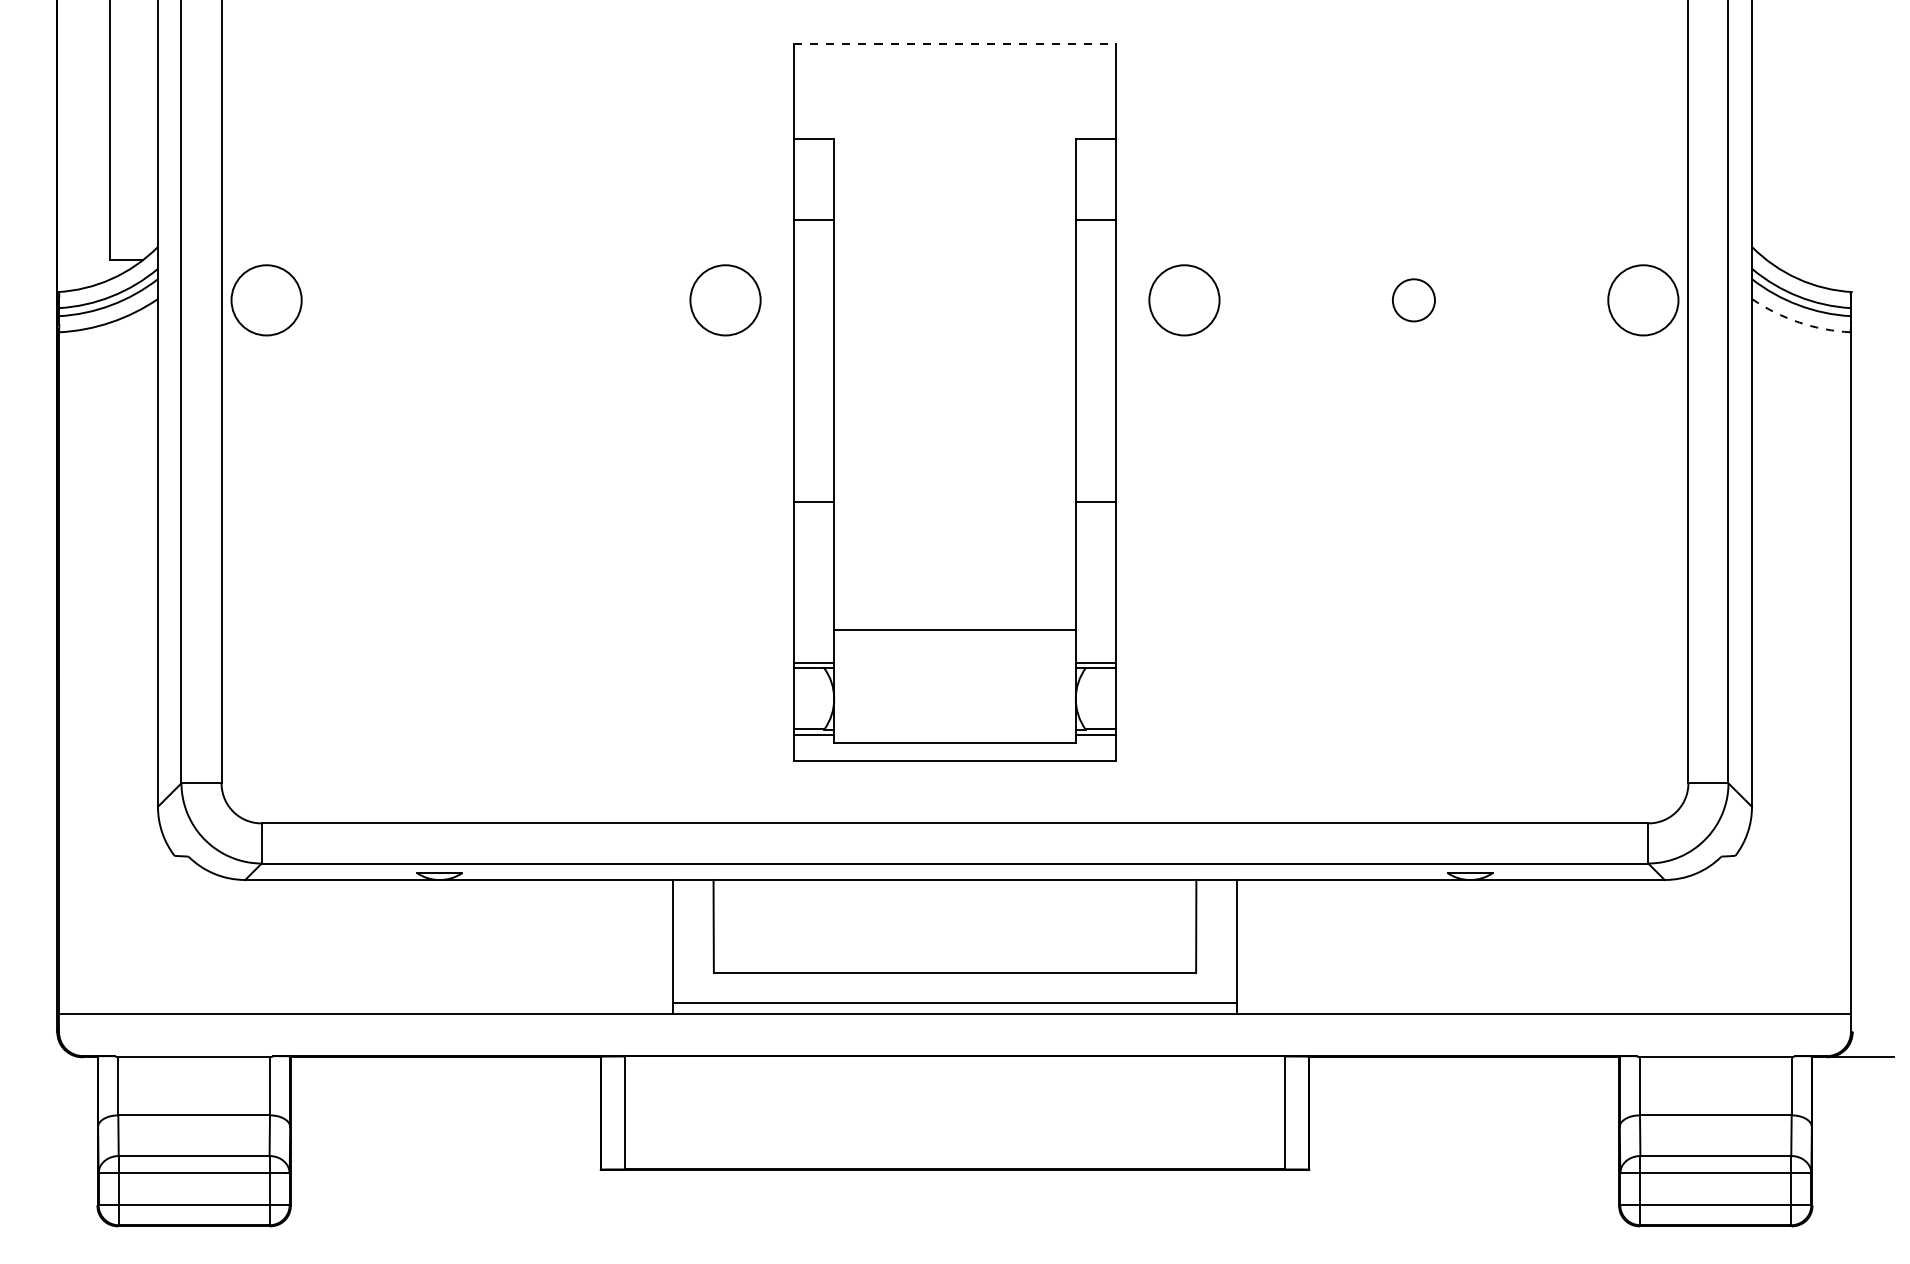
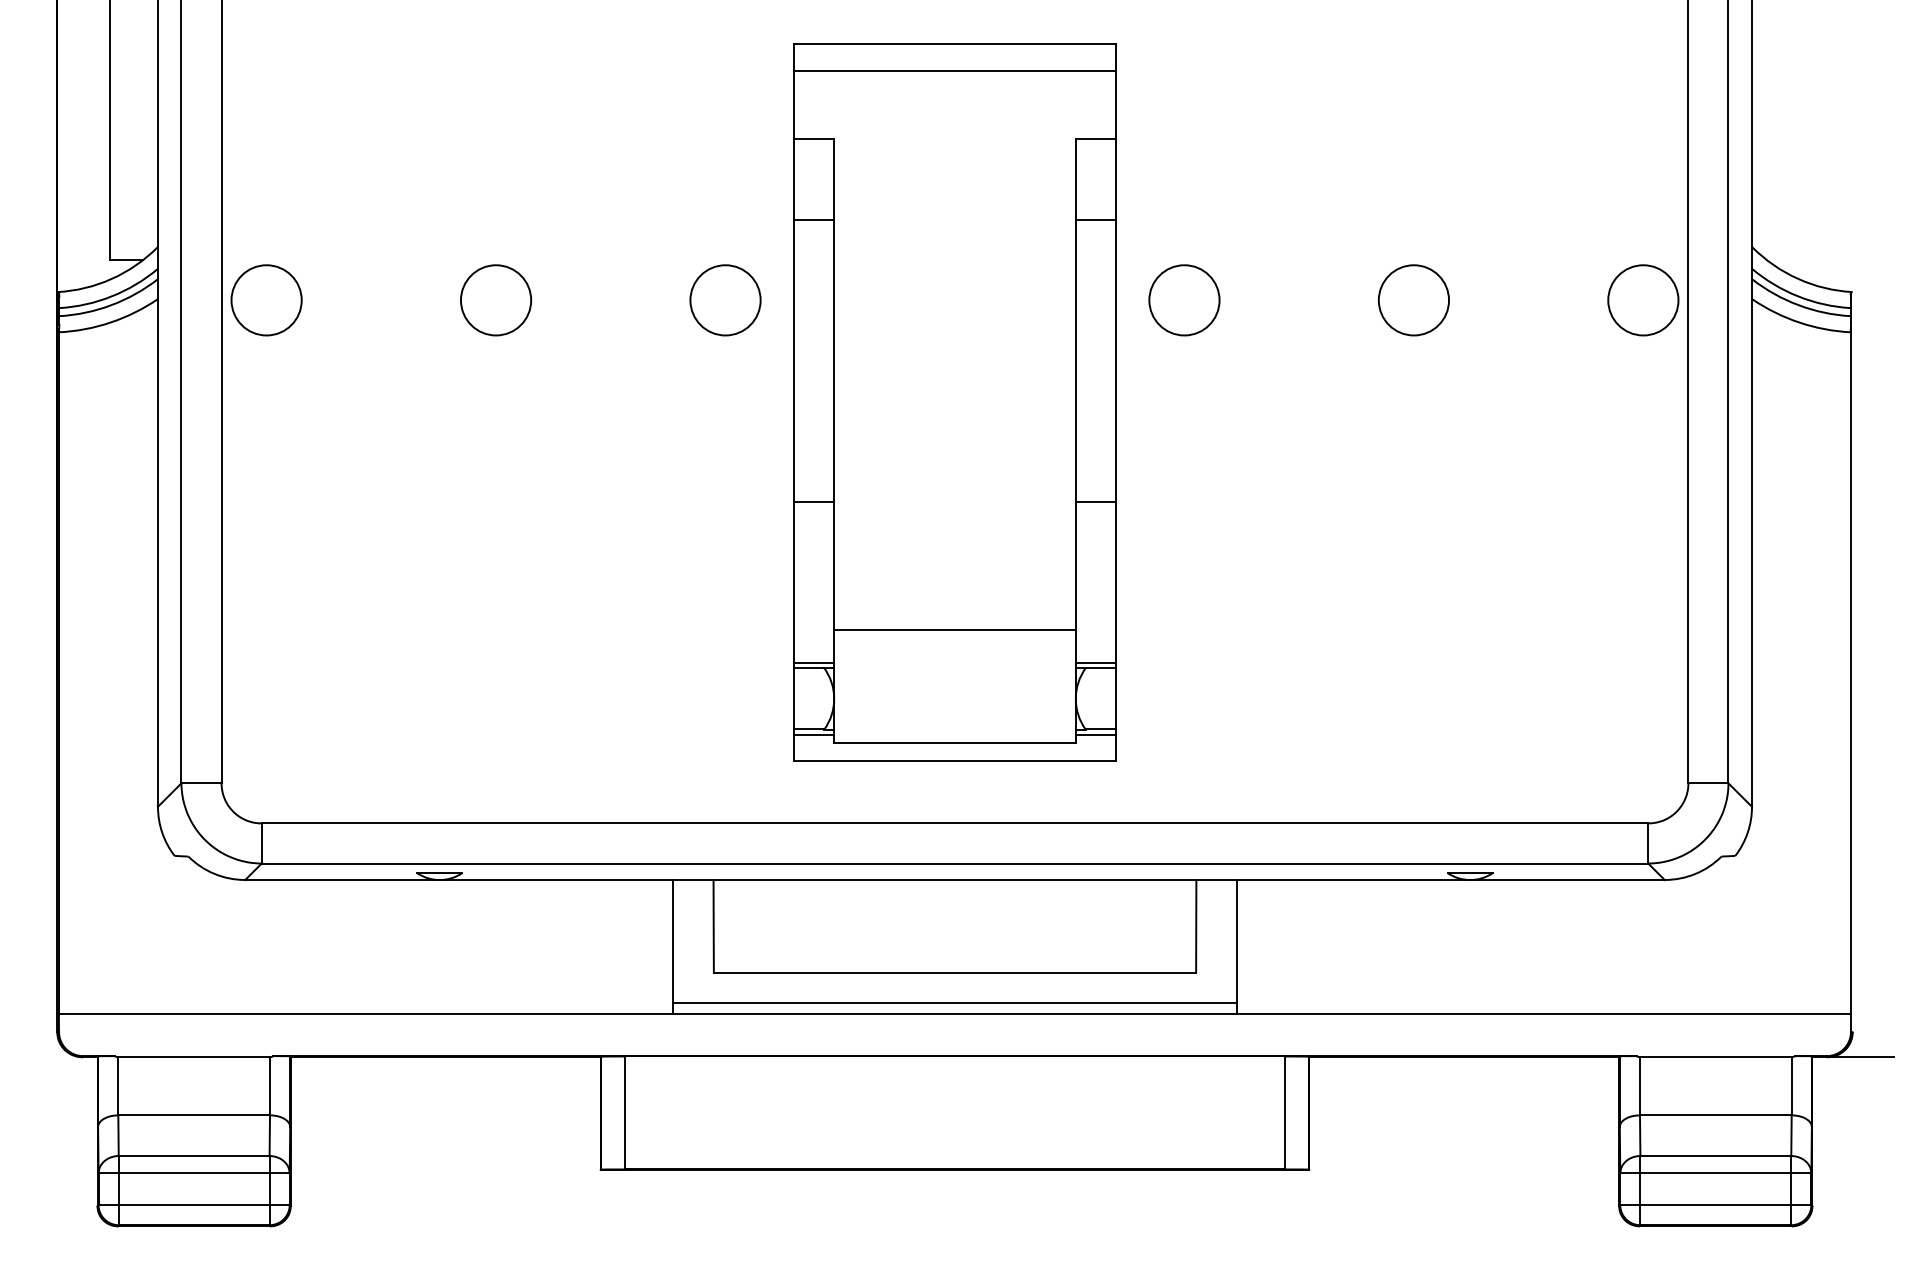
line at (955, 43): dashed -> solid
line at (954, 71): none -> present
circle at (496, 300): none -> present
circle at (1413, 300) diameter: 42 px -> 70 px
arc at (1799, 322): dashed -> solid
